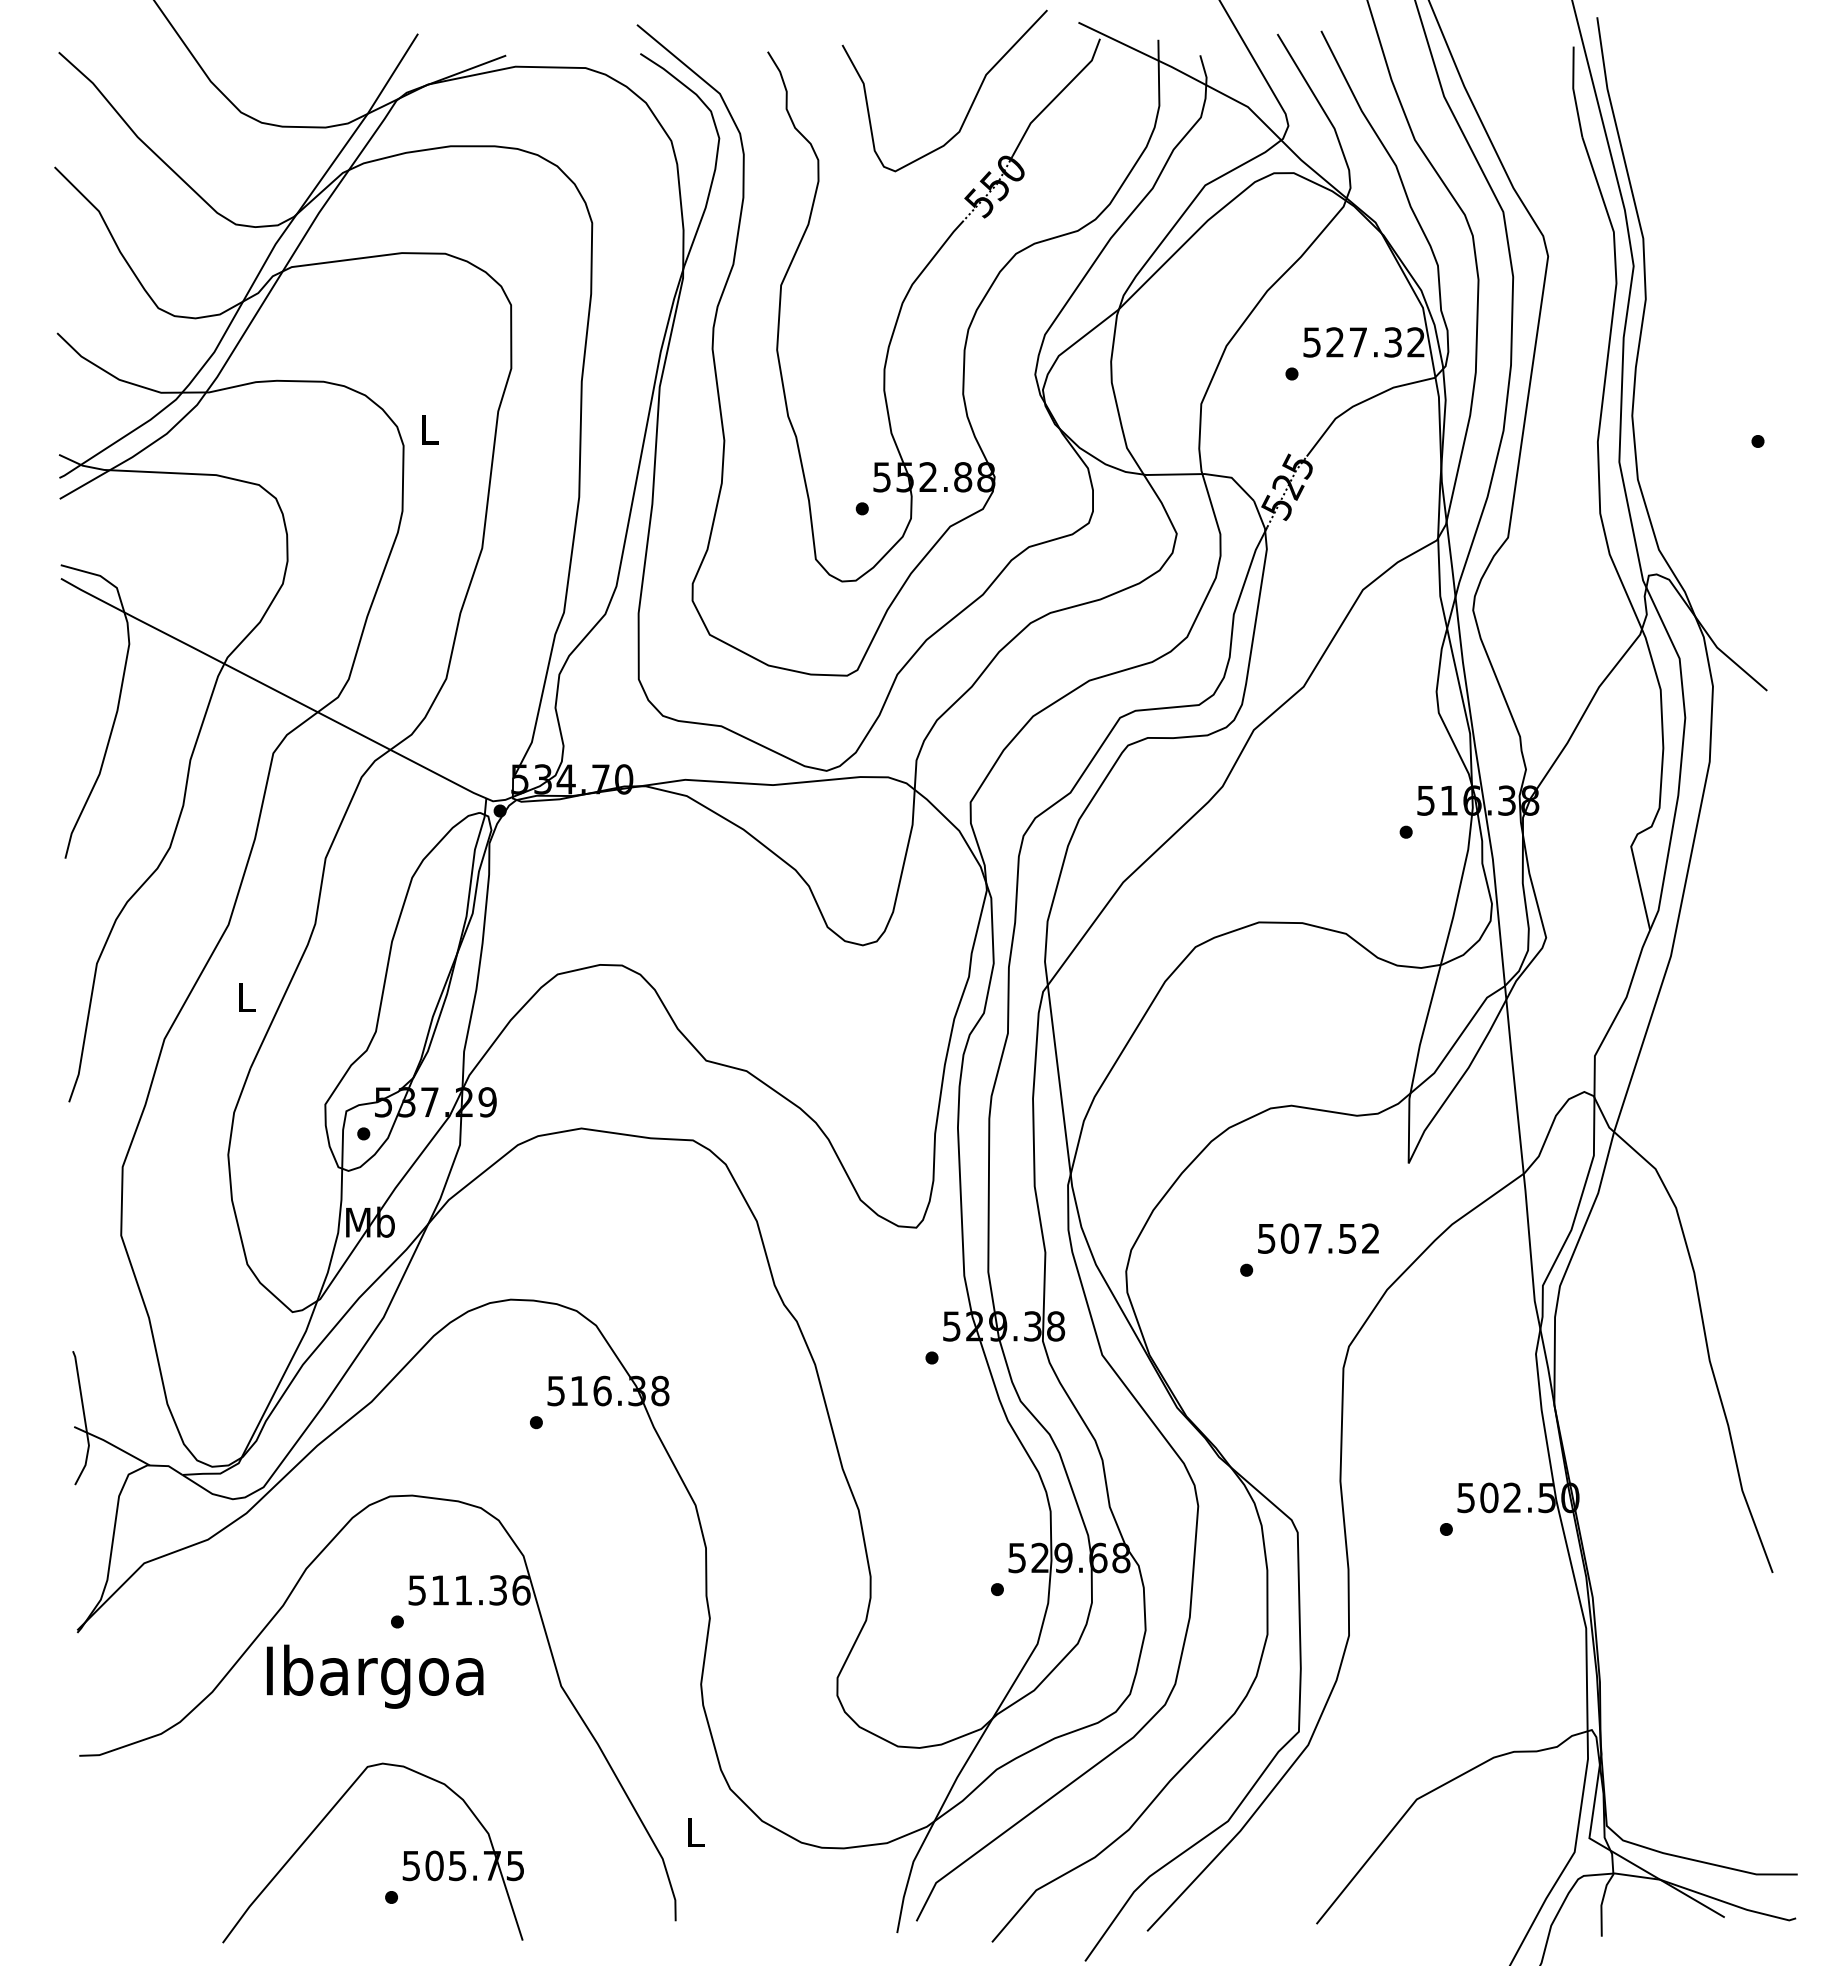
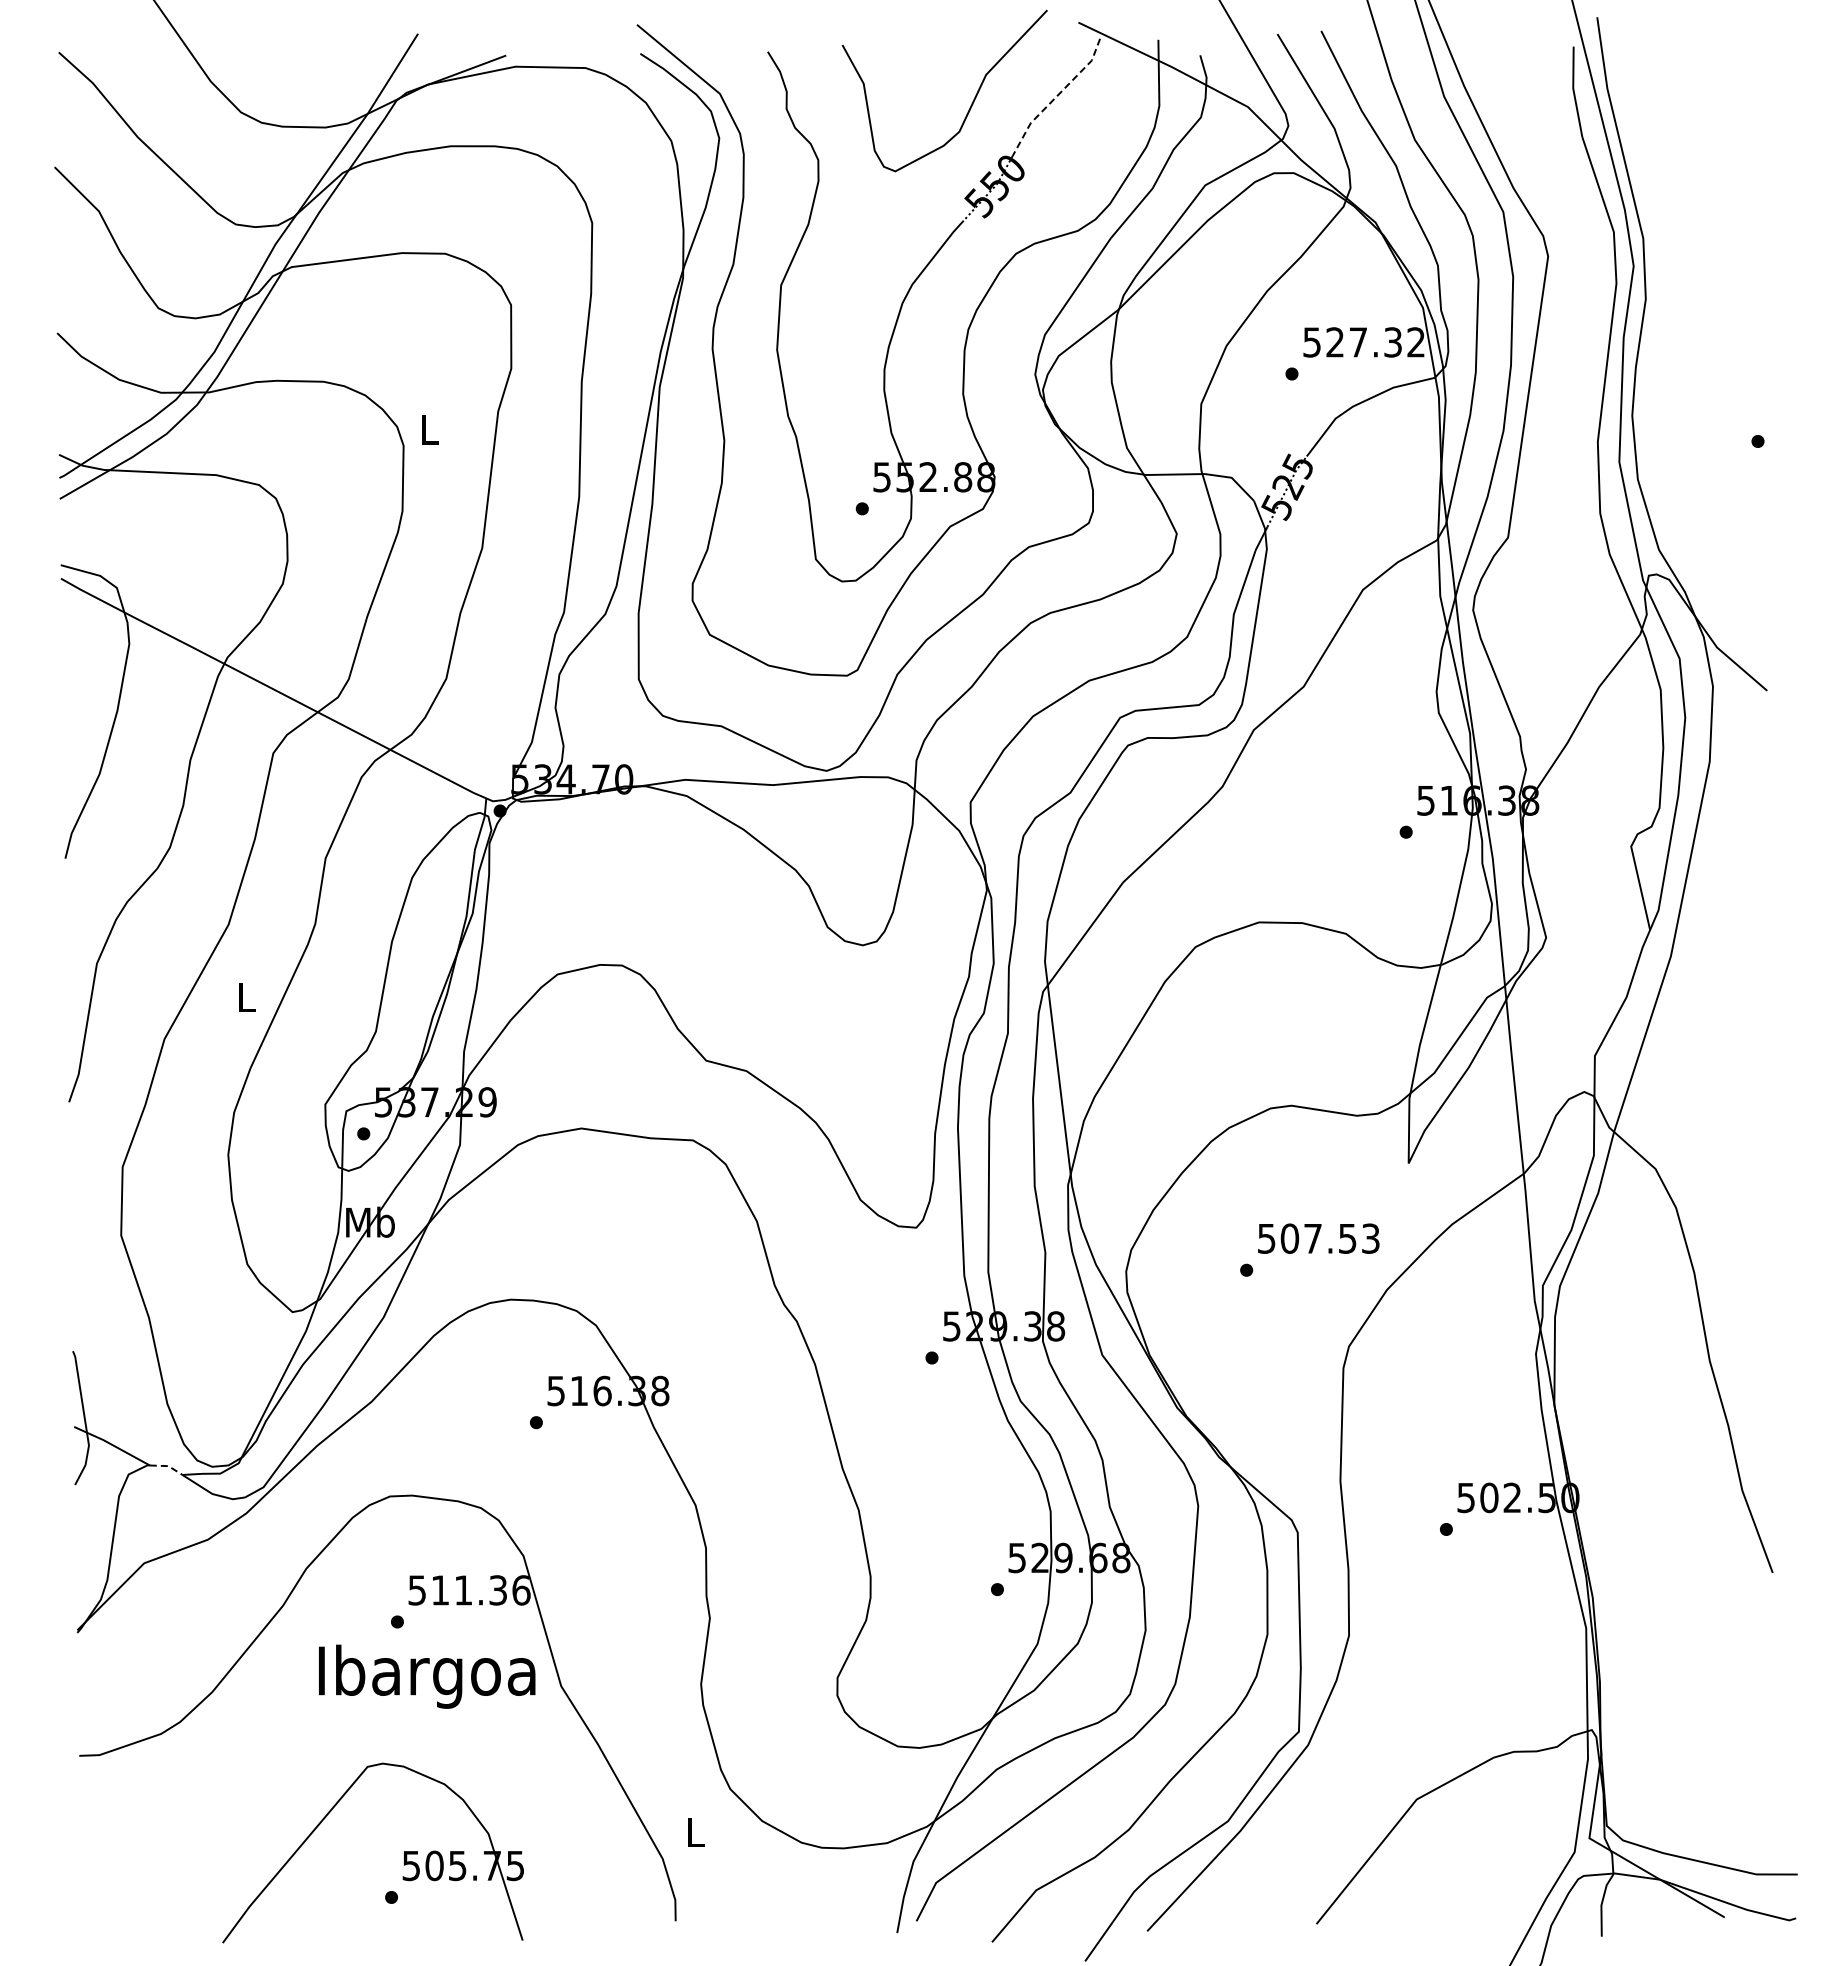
line at (1056, 96): solid -> dashed
text at (1370, 1238): 507.52 -> 507.53
line at (168, 1466): solid -> dashed
text at (375, 1676) position: (375, 1676) -> (427, 1676)
